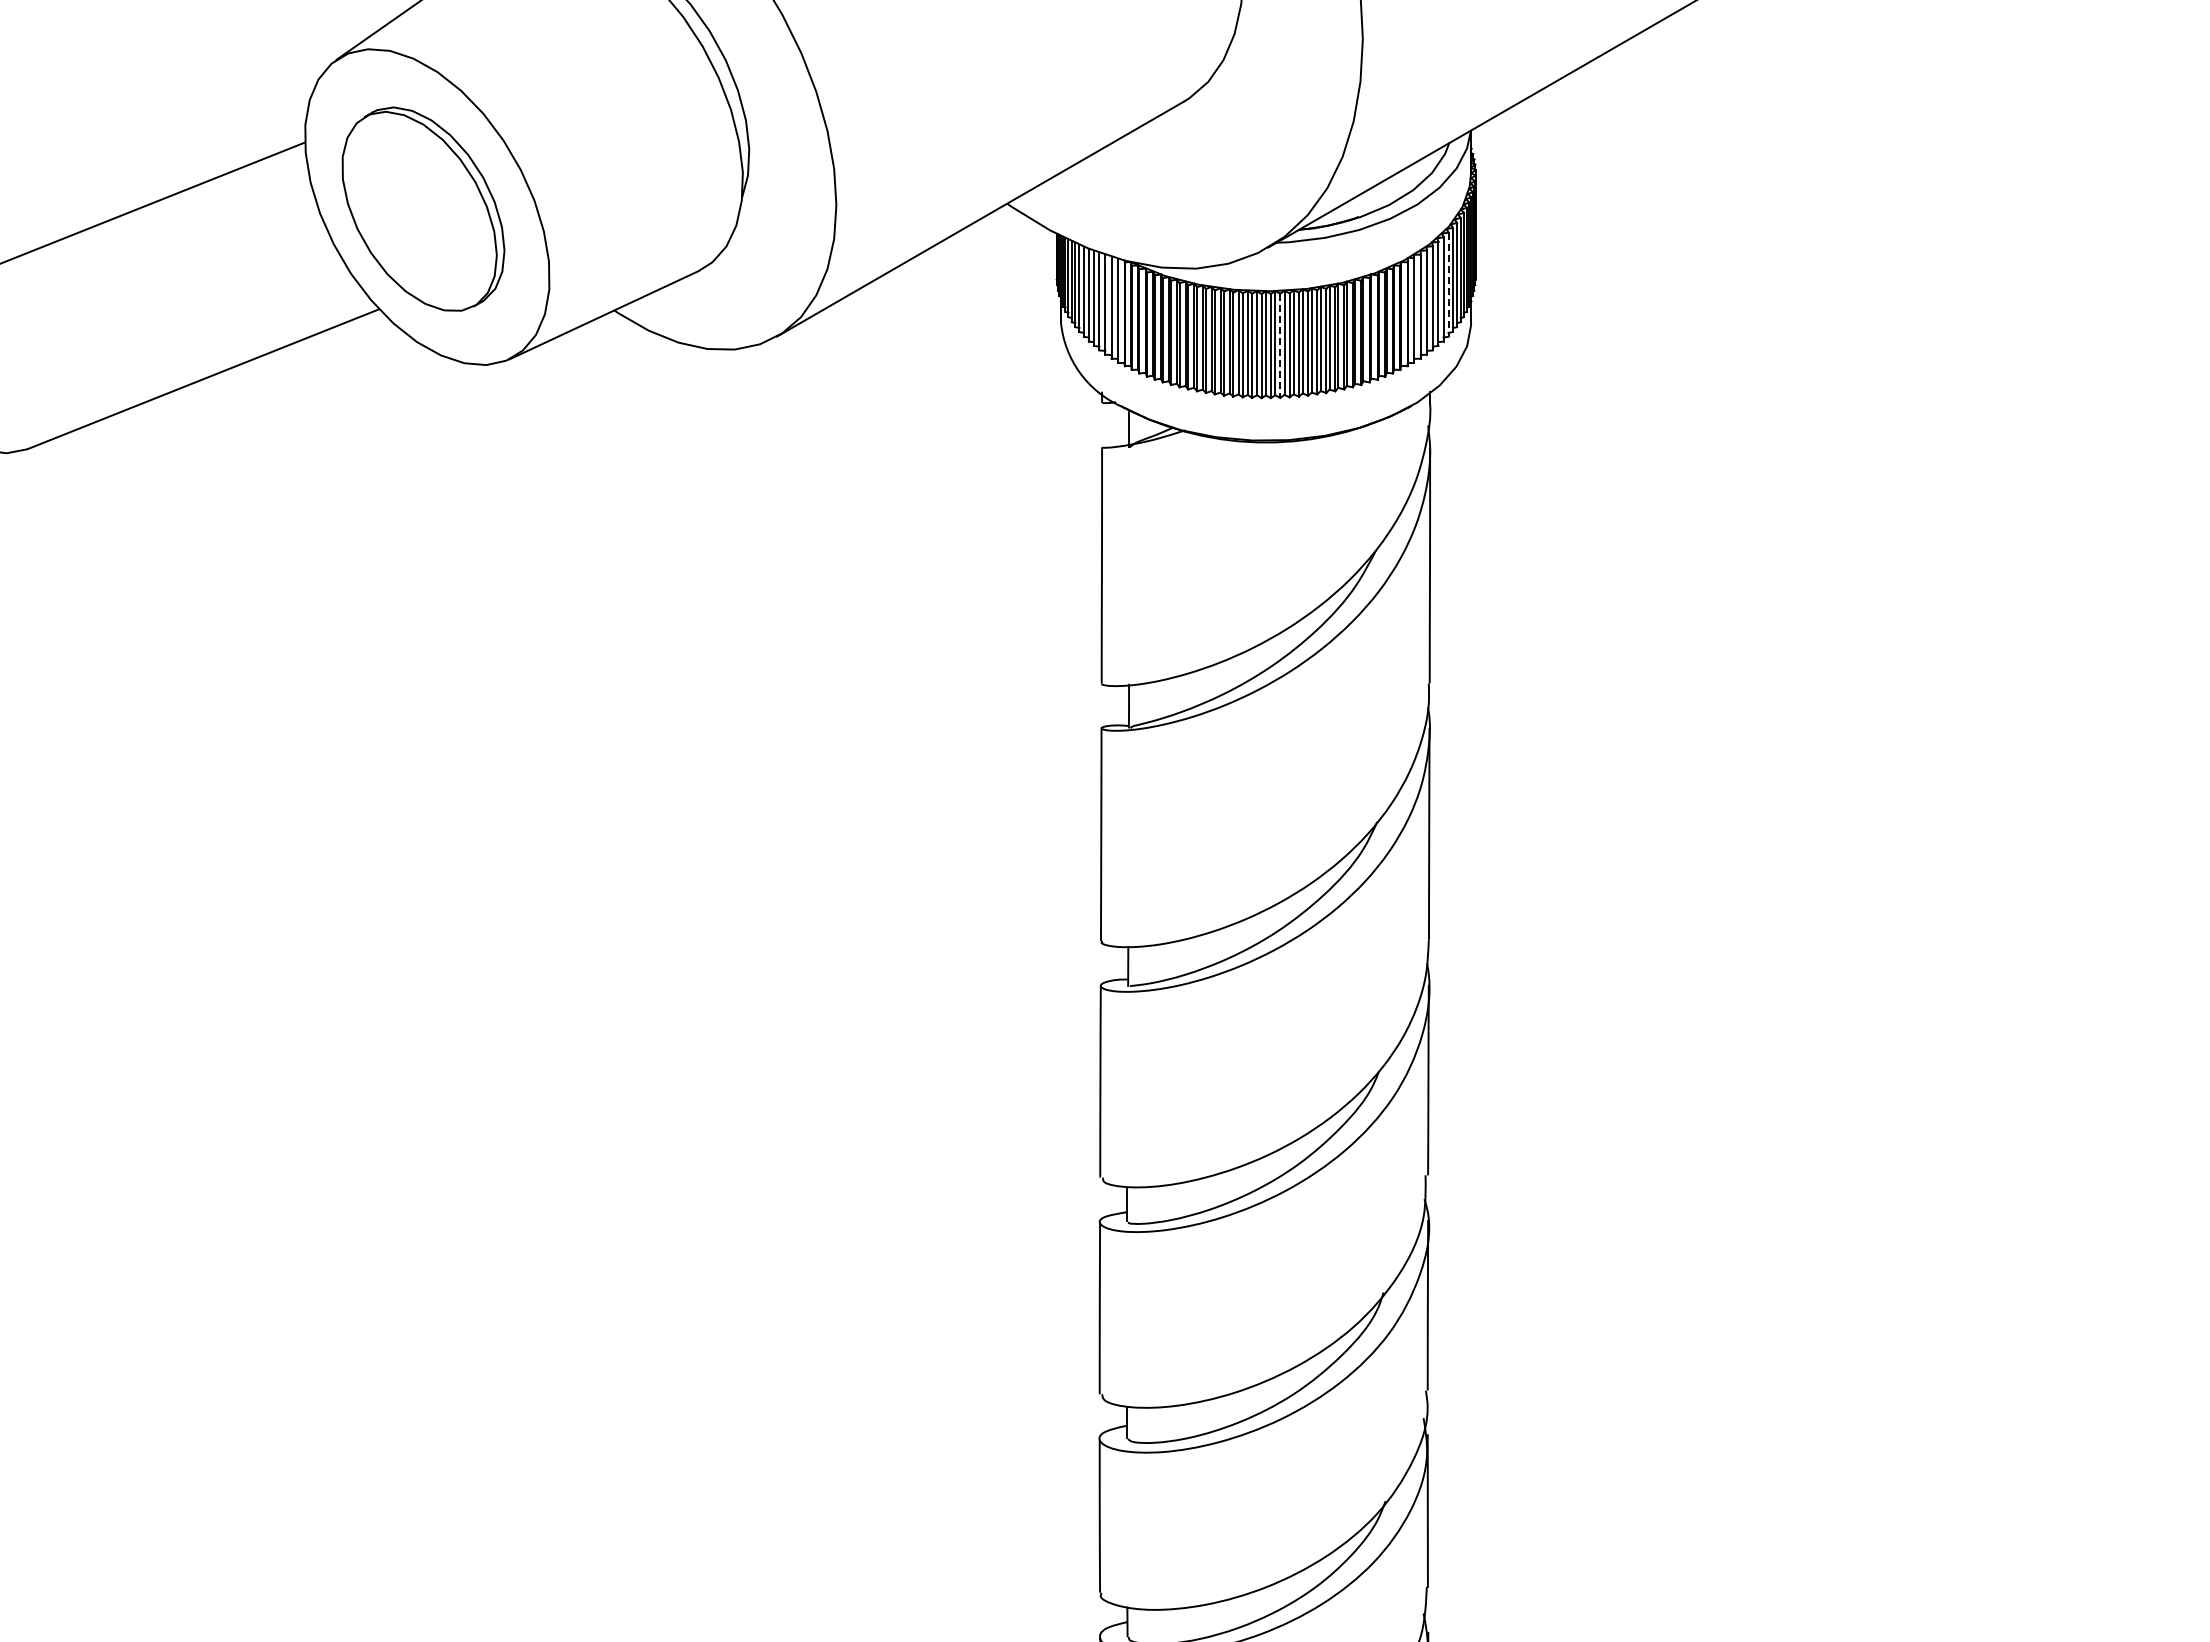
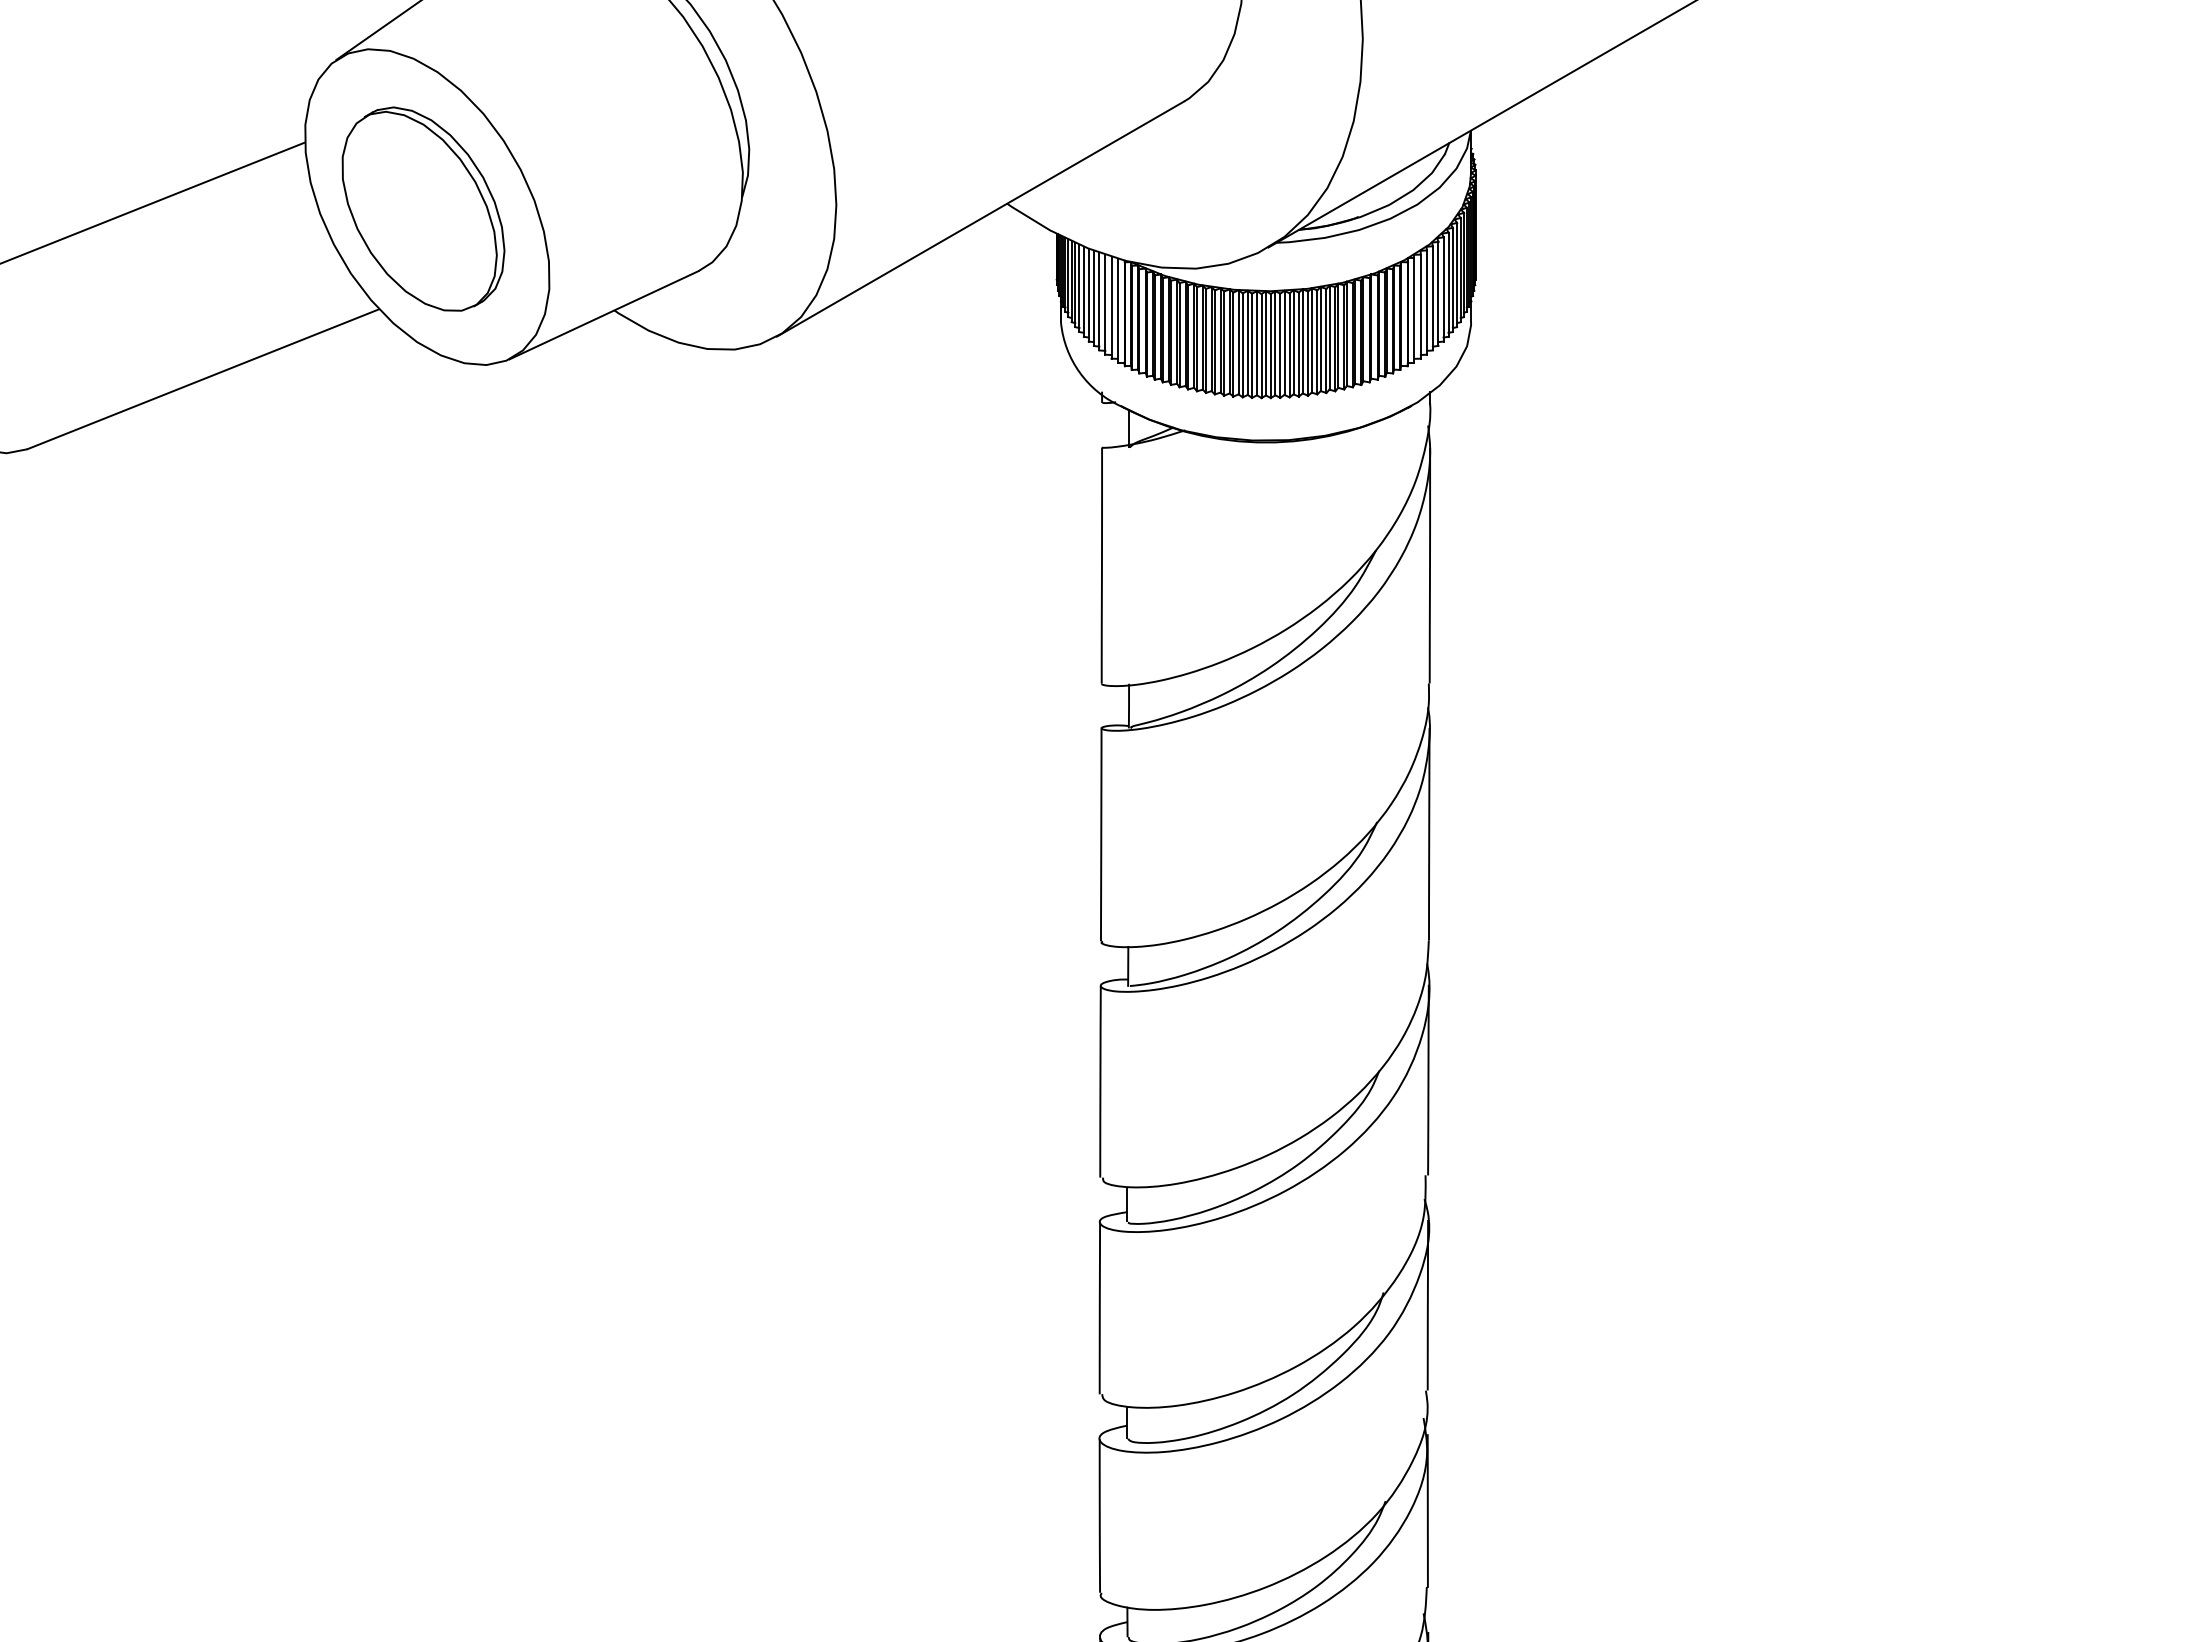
line at (1448, 285): dashed -> solid
line at (1280, 346): dashed -> solid
